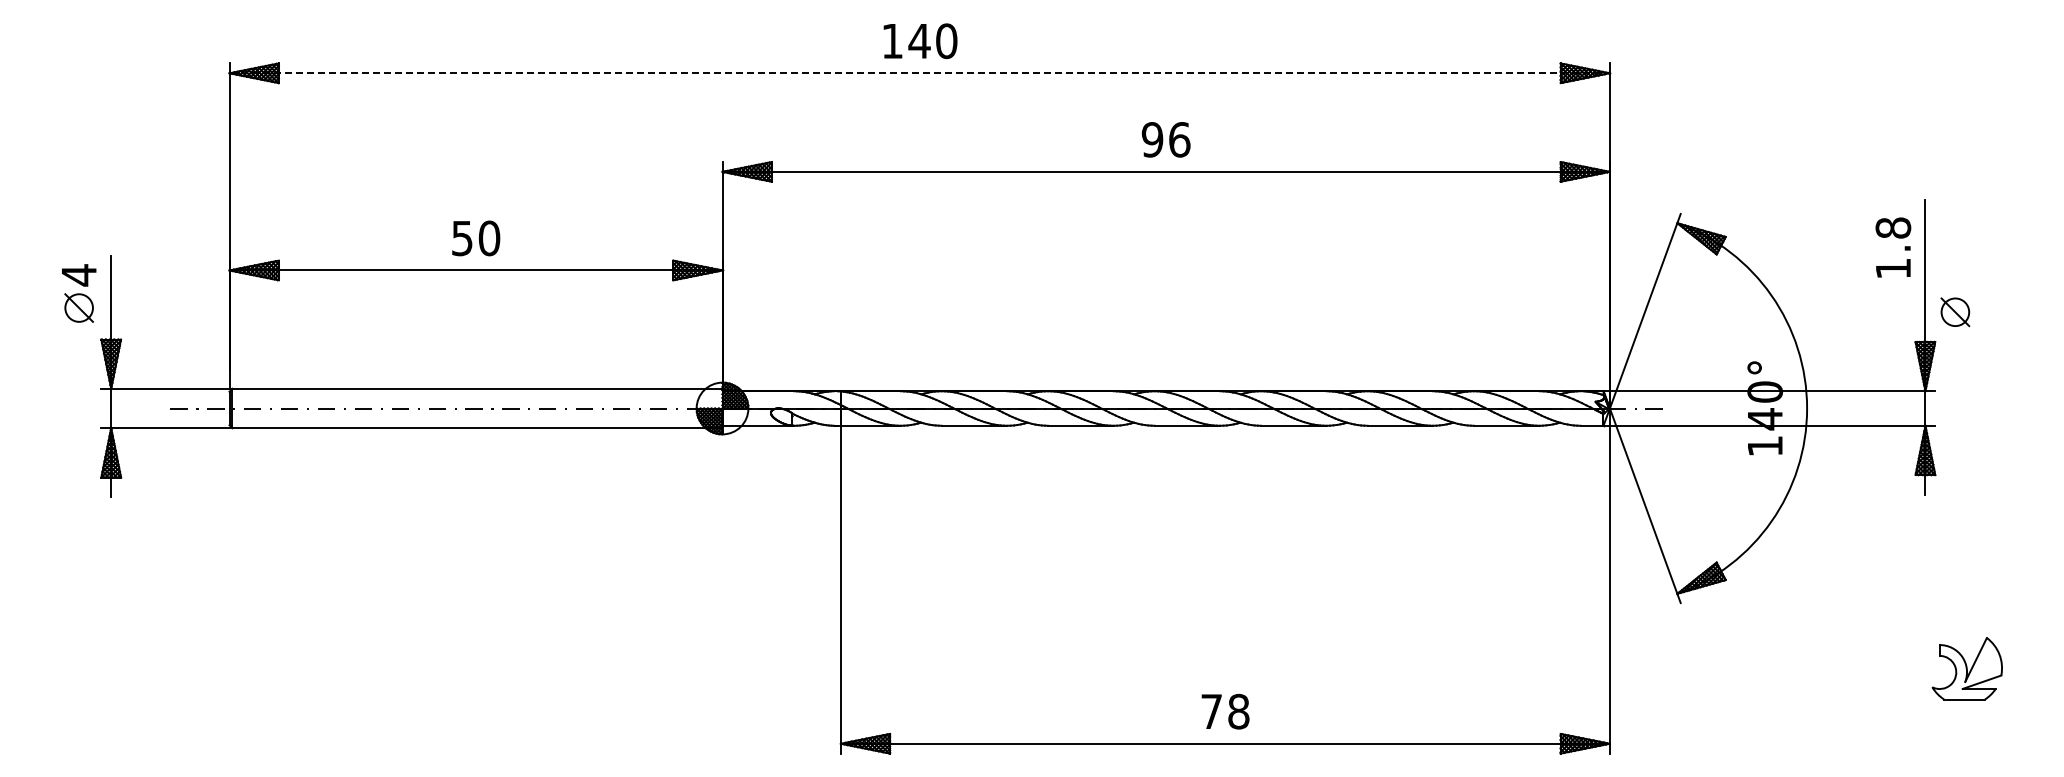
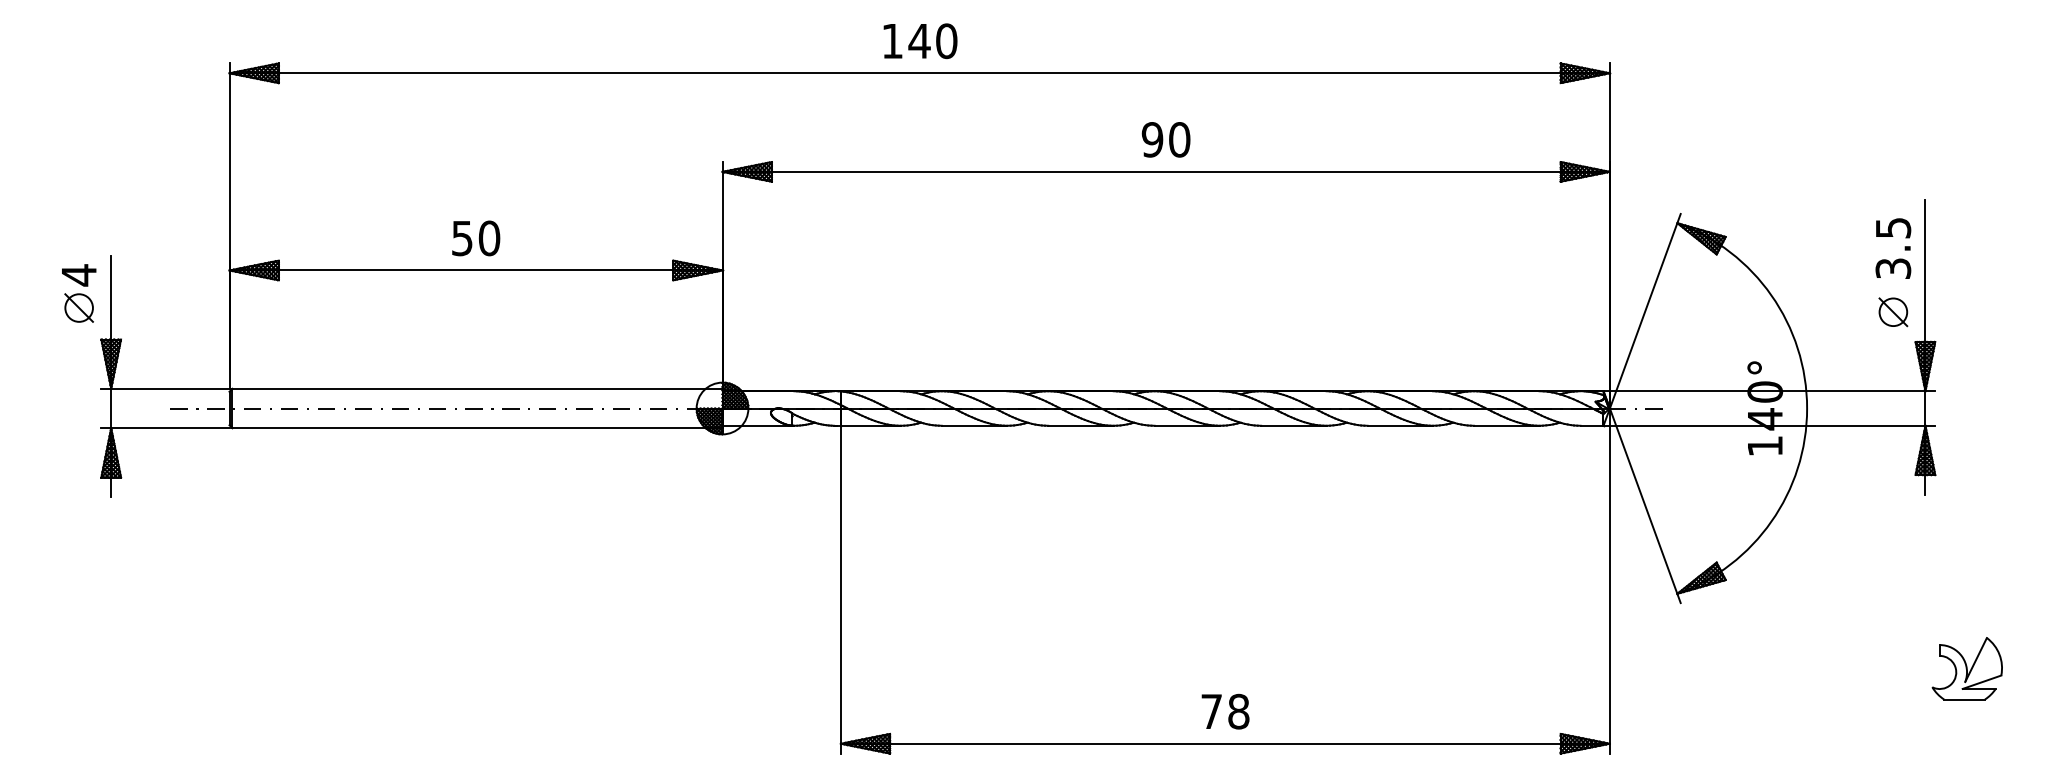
line at (920, 73): dashed -> solid
text at (1179, 139): 96 -> 90
text at (1893, 247): 1.8 -> 3.5
part at (1955, 312) position: (1955, 312) -> (1893, 312)
